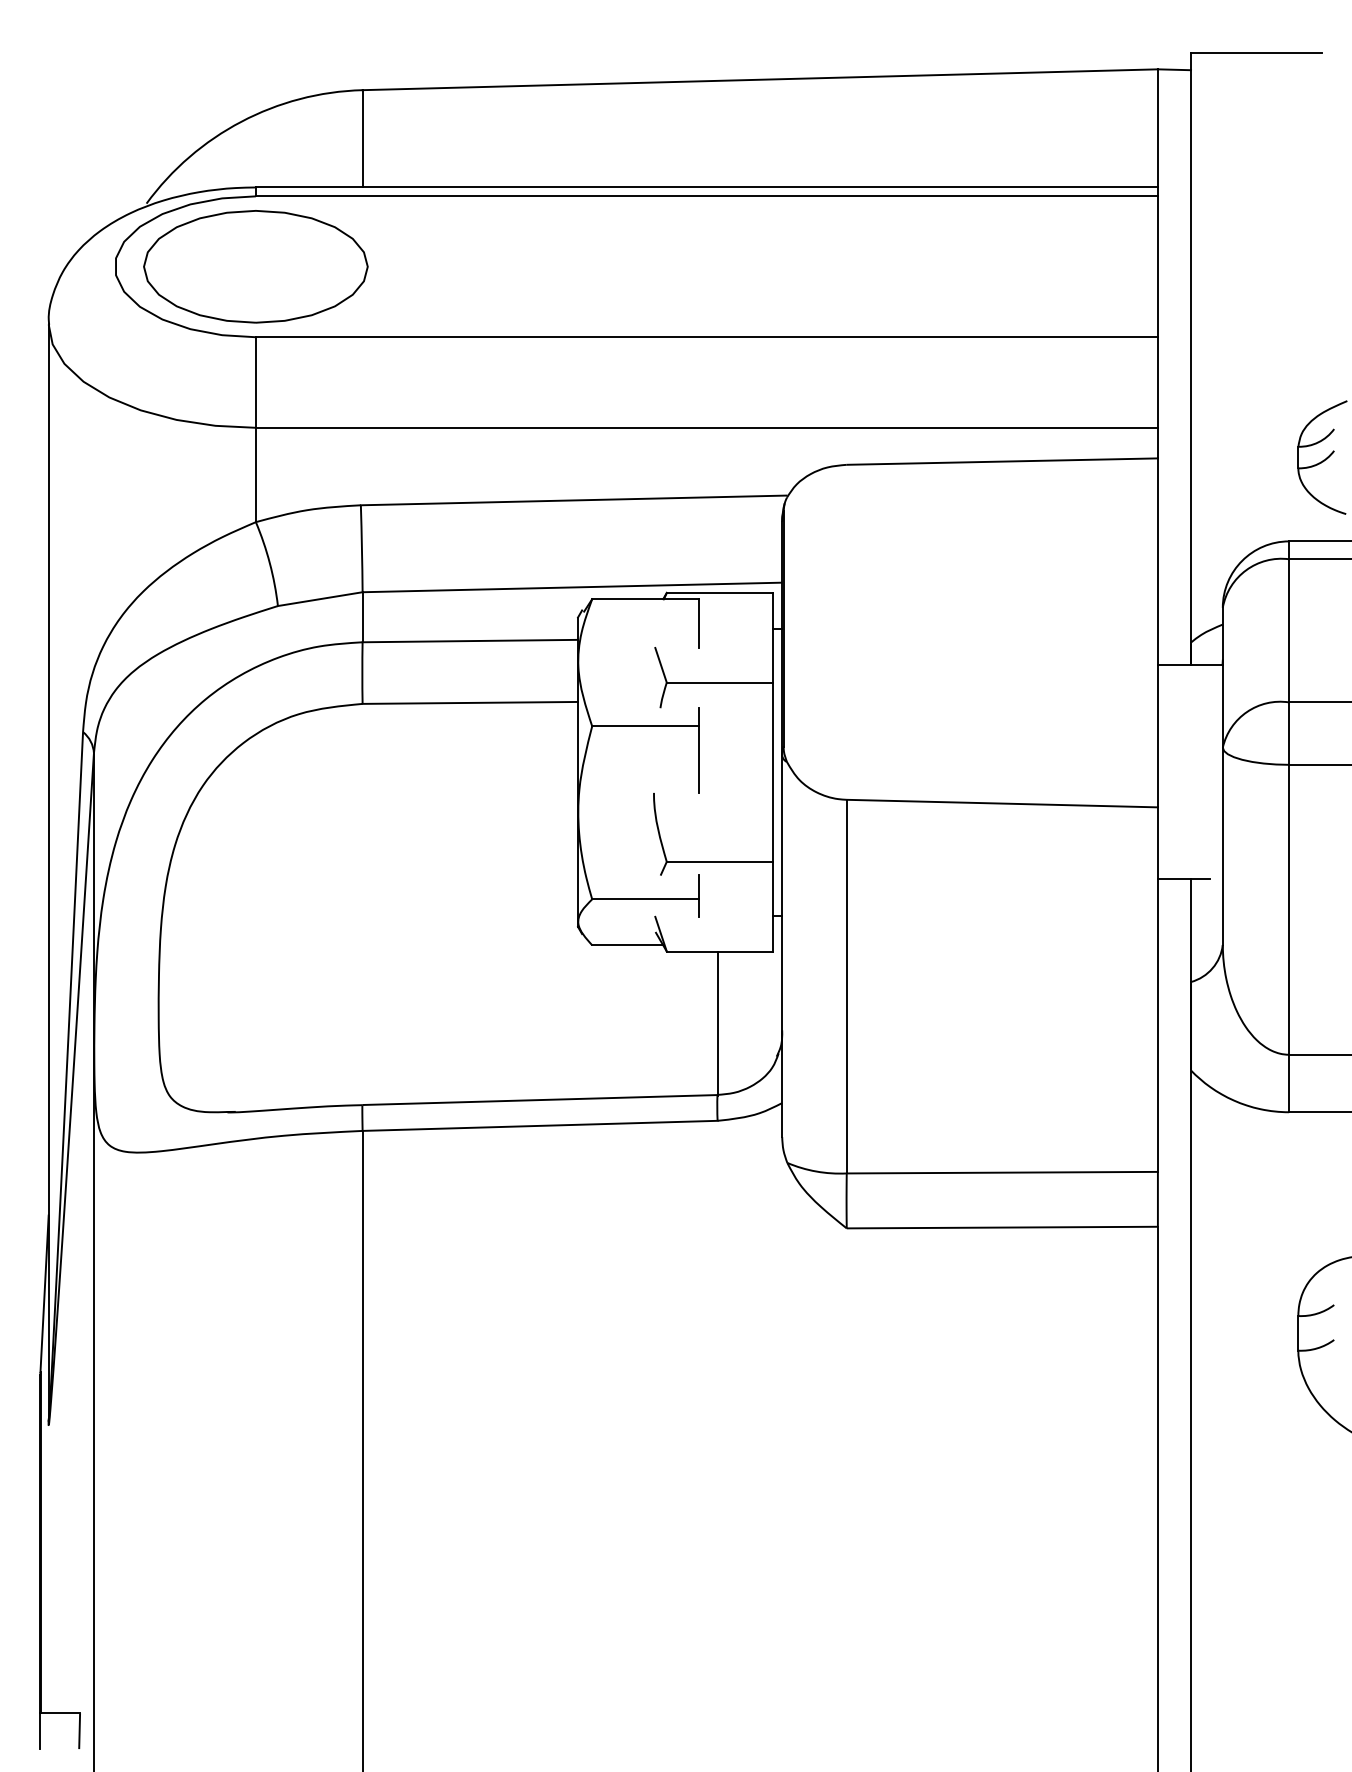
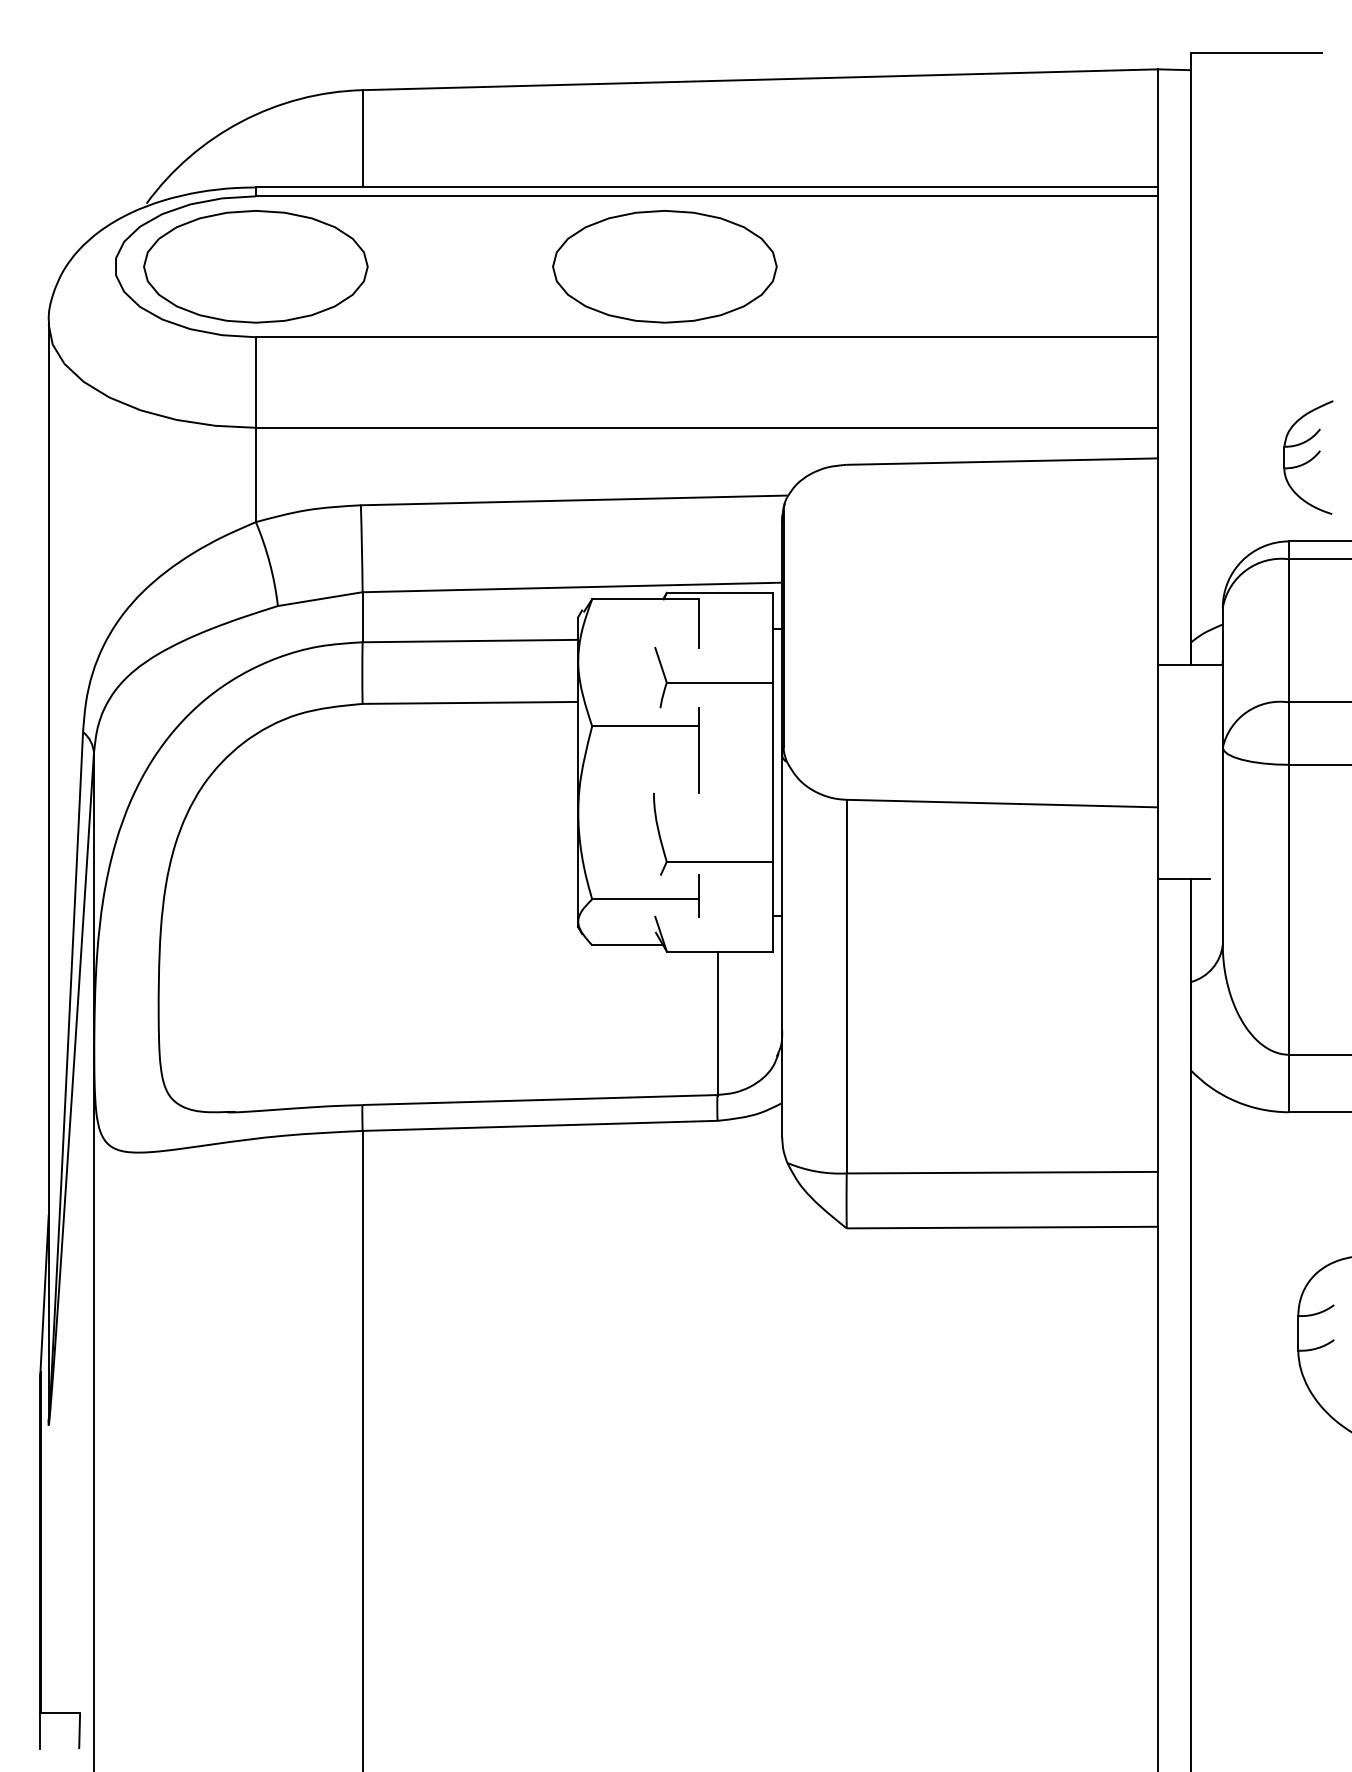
part at (664, 266): none -> present
part at (1322, 457) position: (1322, 457) -> (1308, 457)
